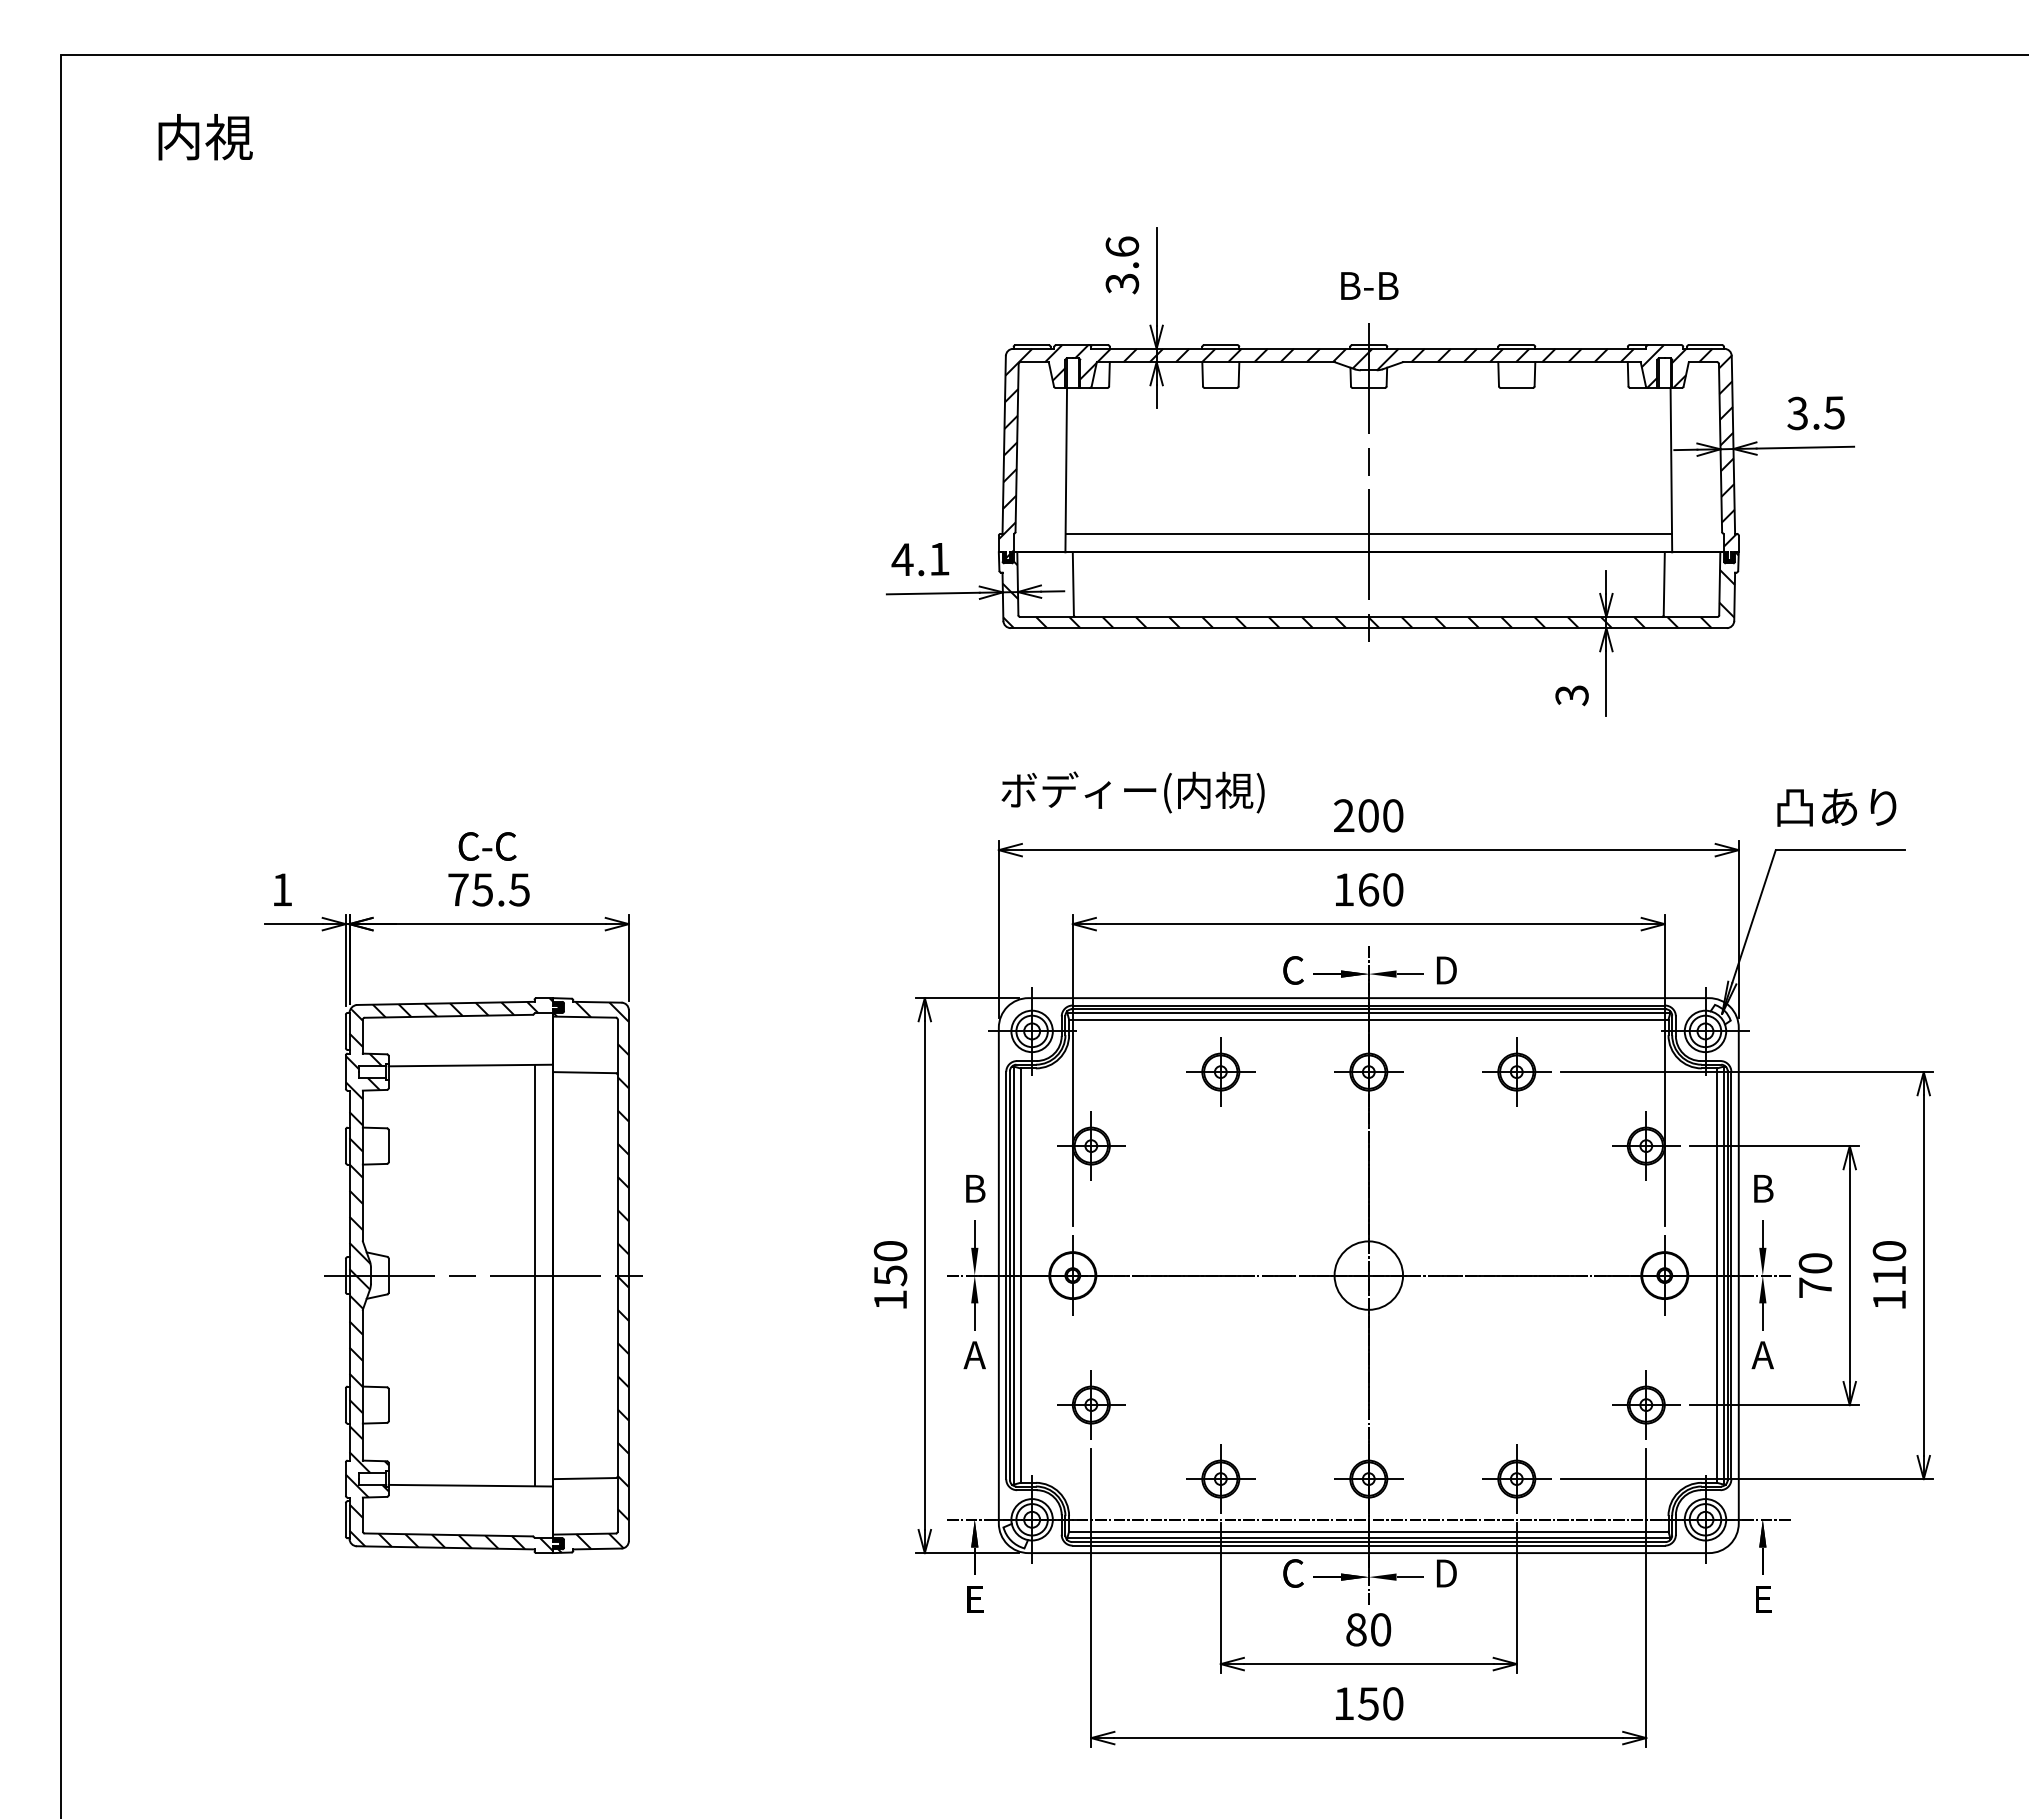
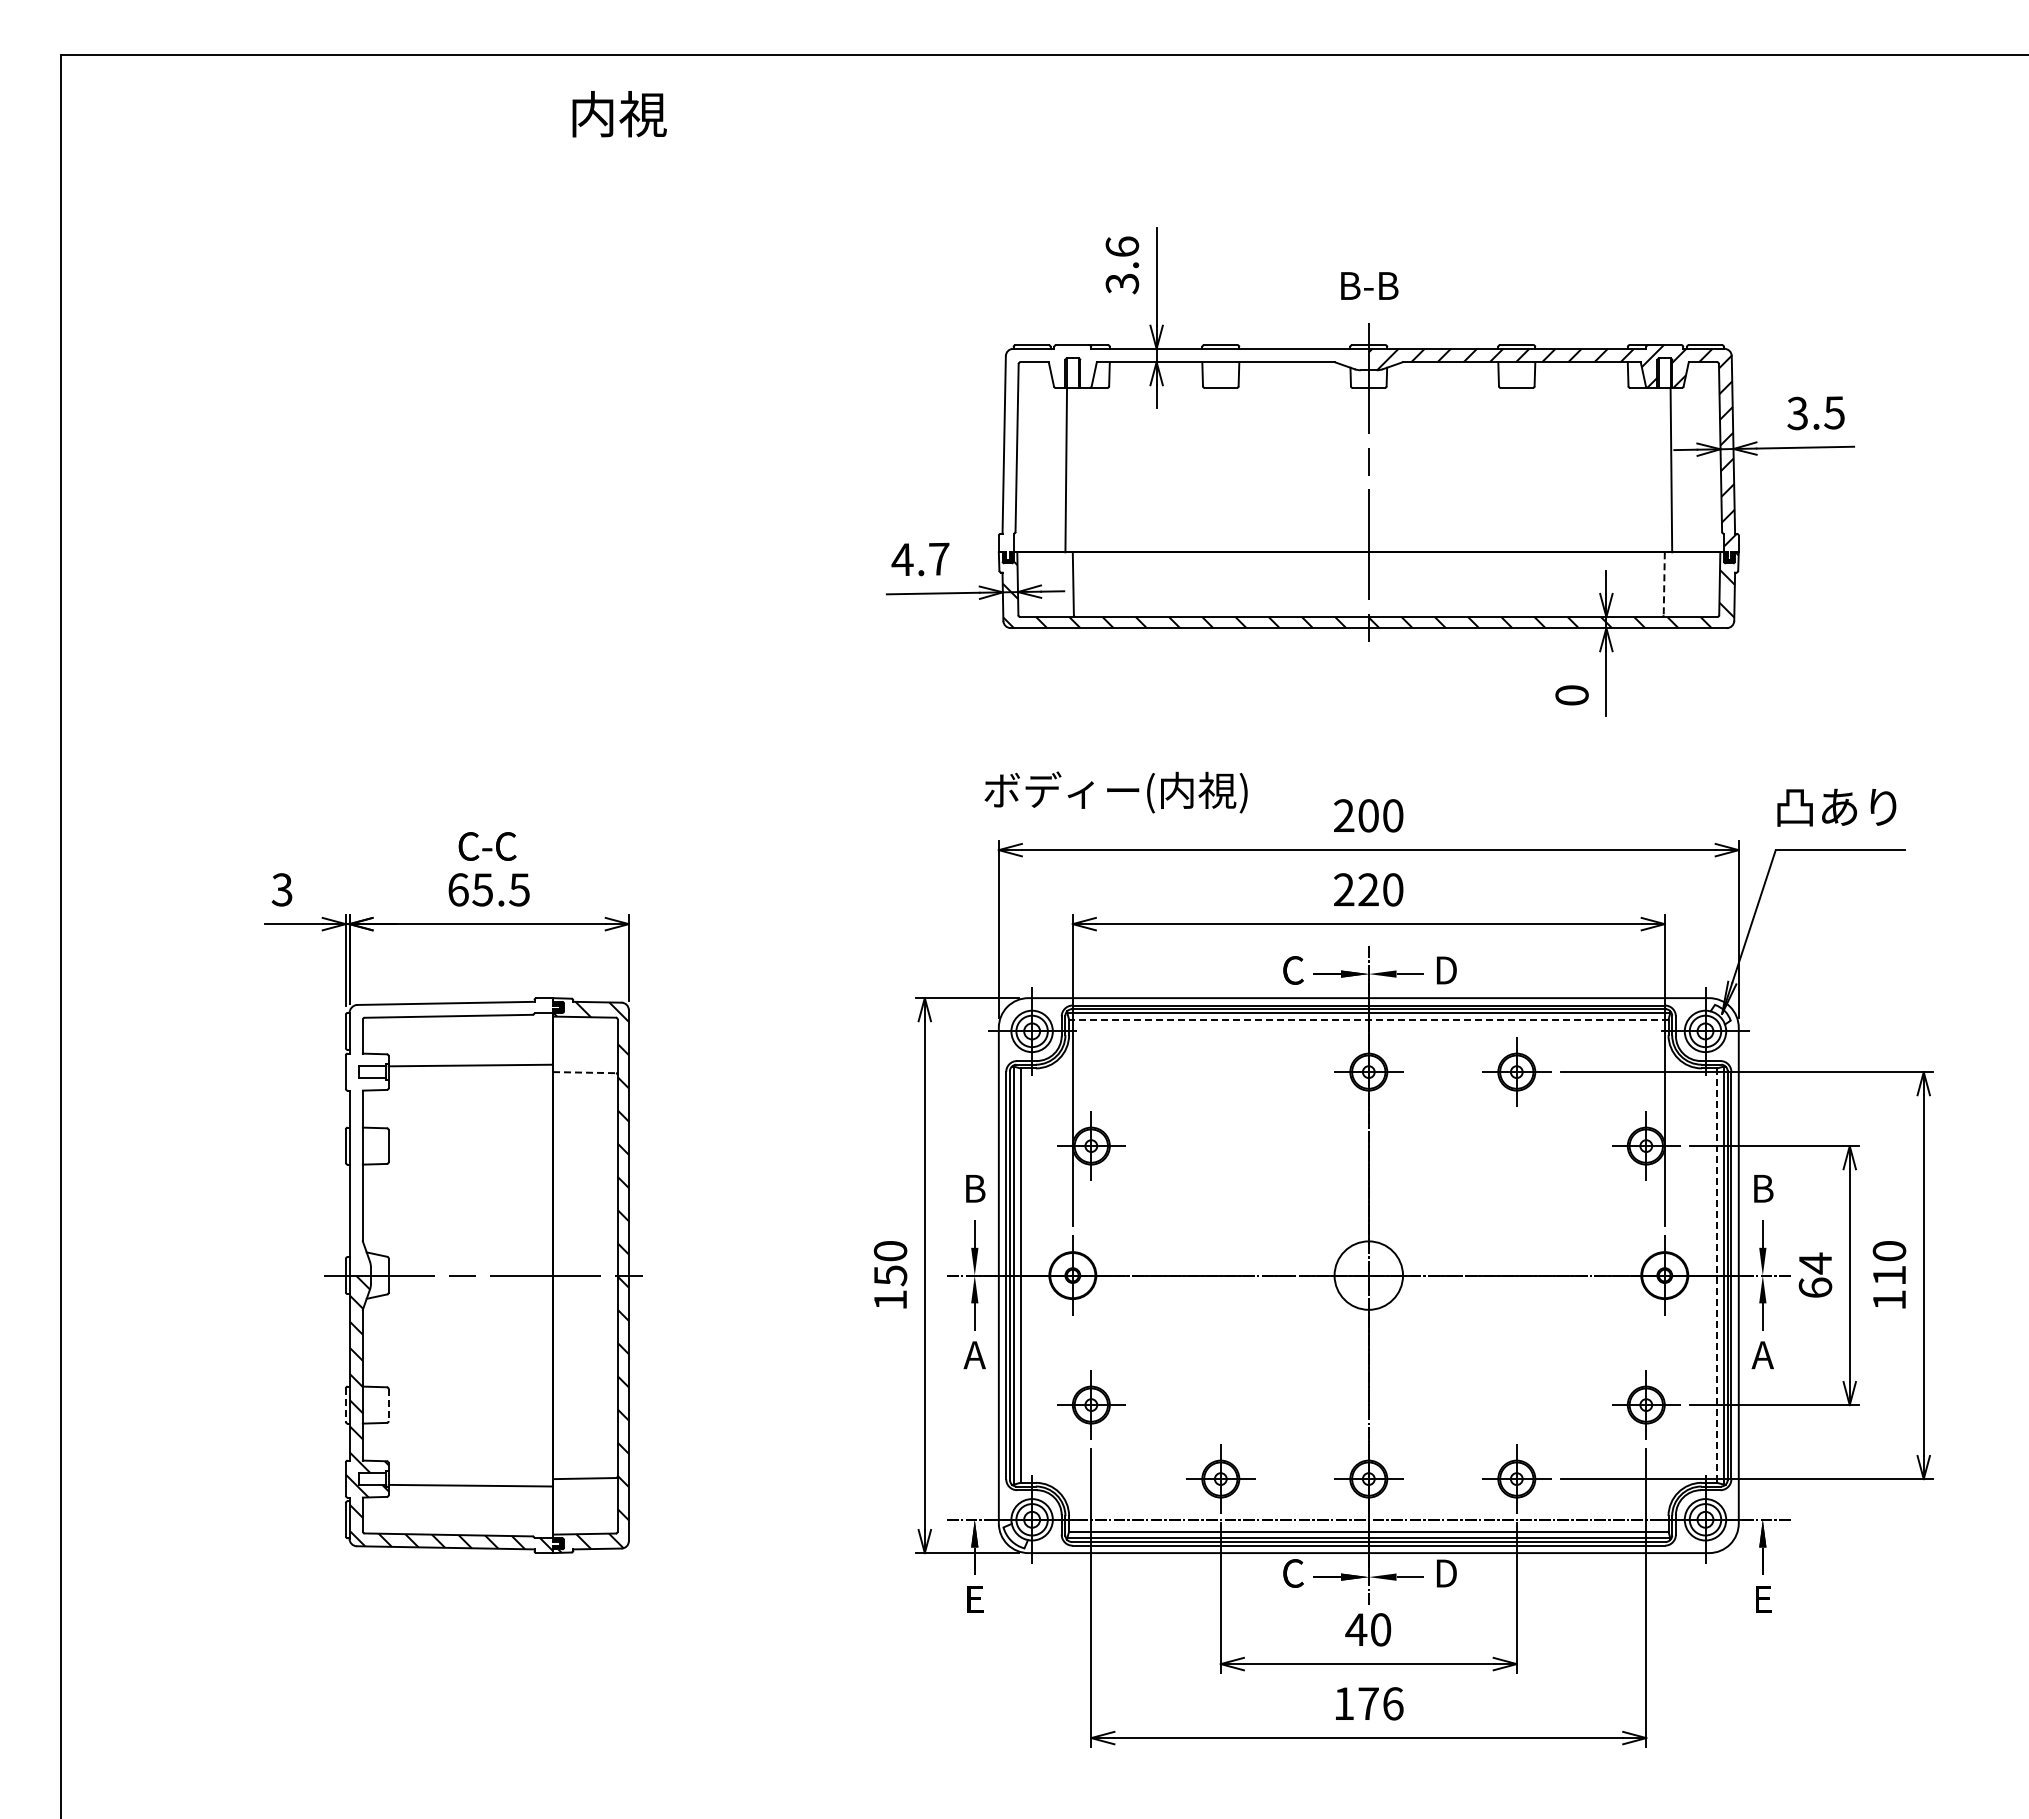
text at (205, 137) position: (205, 137) -> (619, 114)
hatch at (1183, 451): present -> none
line at (1368, 533): present -> none
text at (939, 558): 4.1 -> 4.7
line at (1664, 584): solid -> dashed
text at (1571, 695): 3 -> 0
text at (1132, 792) position: (1132, 792) -> (1115, 792)
text at (281, 889): 1 -> 3
text at (458, 889): 75.5 -> 65.5
text at (1356, 889): 160 -> 220
line at (1368, 1019): solid -> dashed
part at (1220, 1071): present -> none
line at (584, 1072): solid -> dashed
hatch at (452, 1136): present -> none
text at (1815, 1274): 70 -> 64
line at (534, 1275): present -> none
line at (1717, 1276): solid -> dashed
line at (345, 1405): solid -> dashed
line at (388, 1405): solid -> dashed
text at (1356, 1629): 80 -> 40
text at (1380, 1703): 150 -> 176
